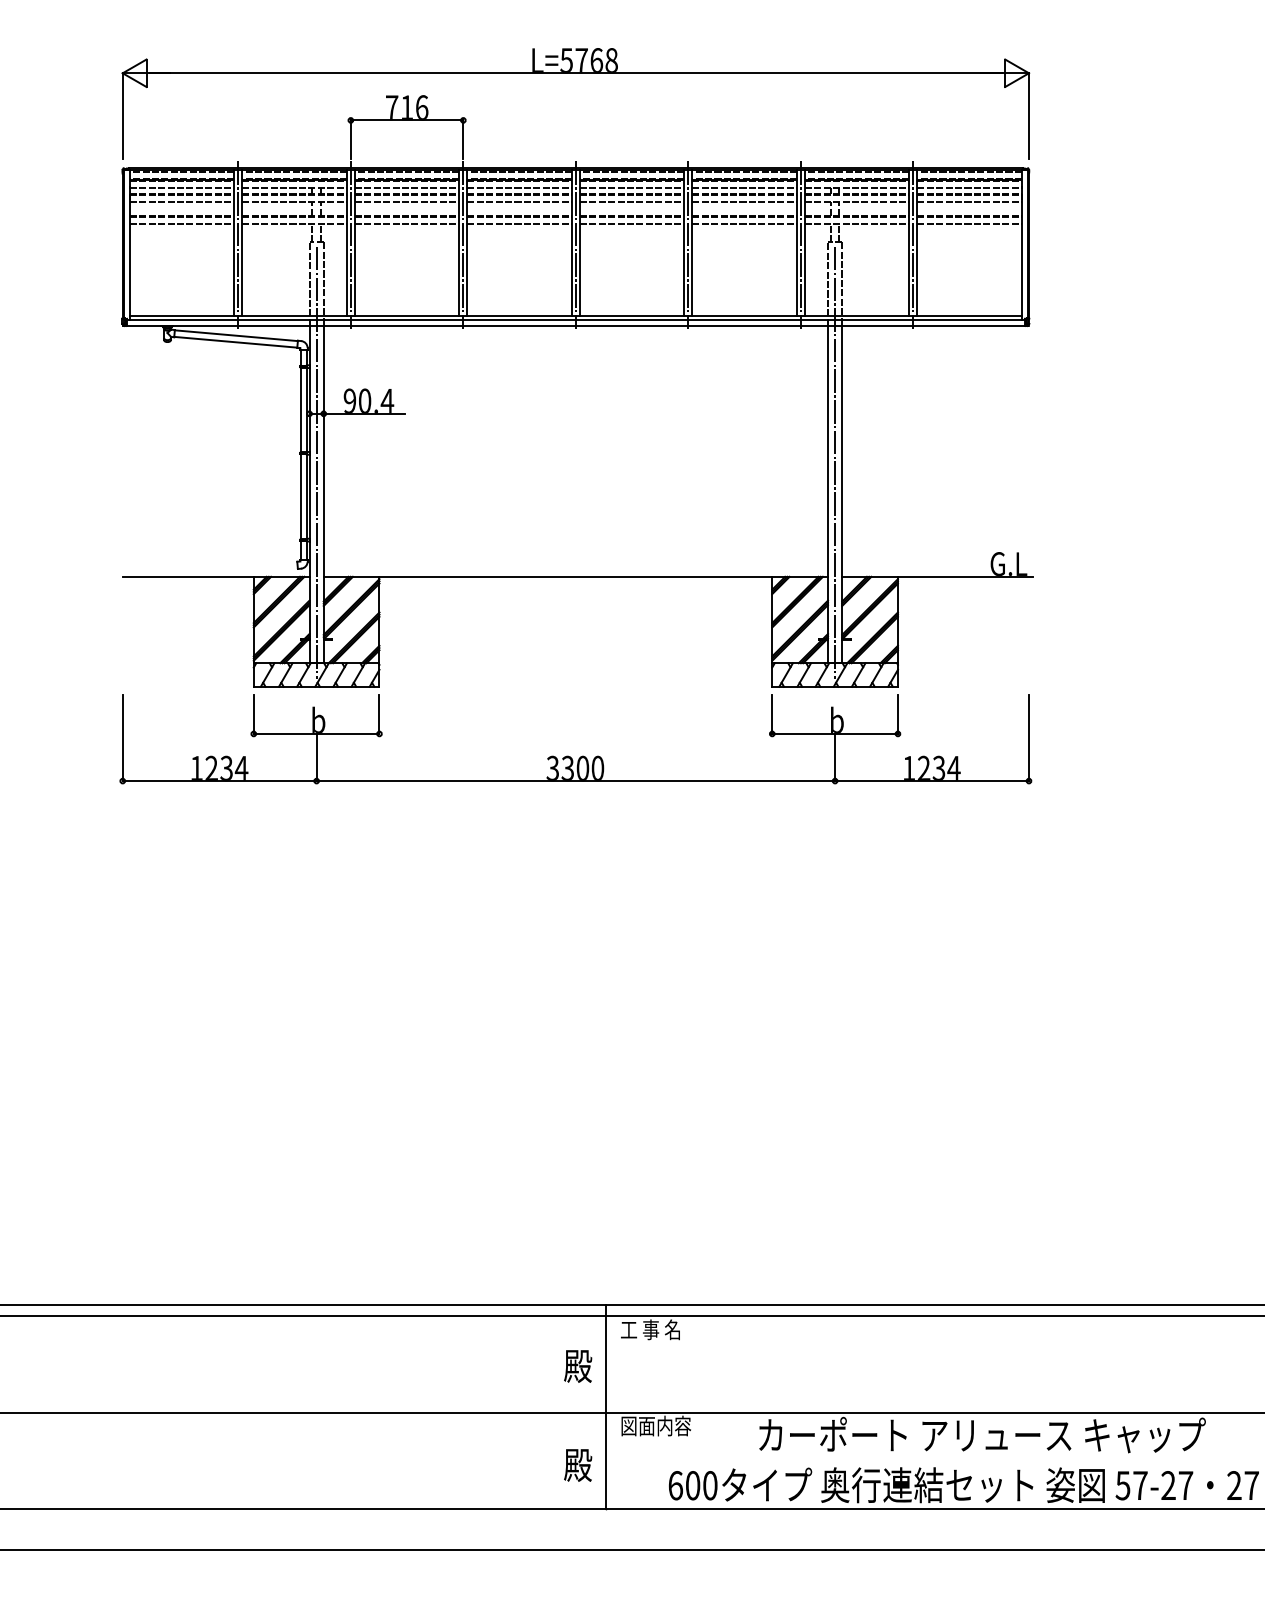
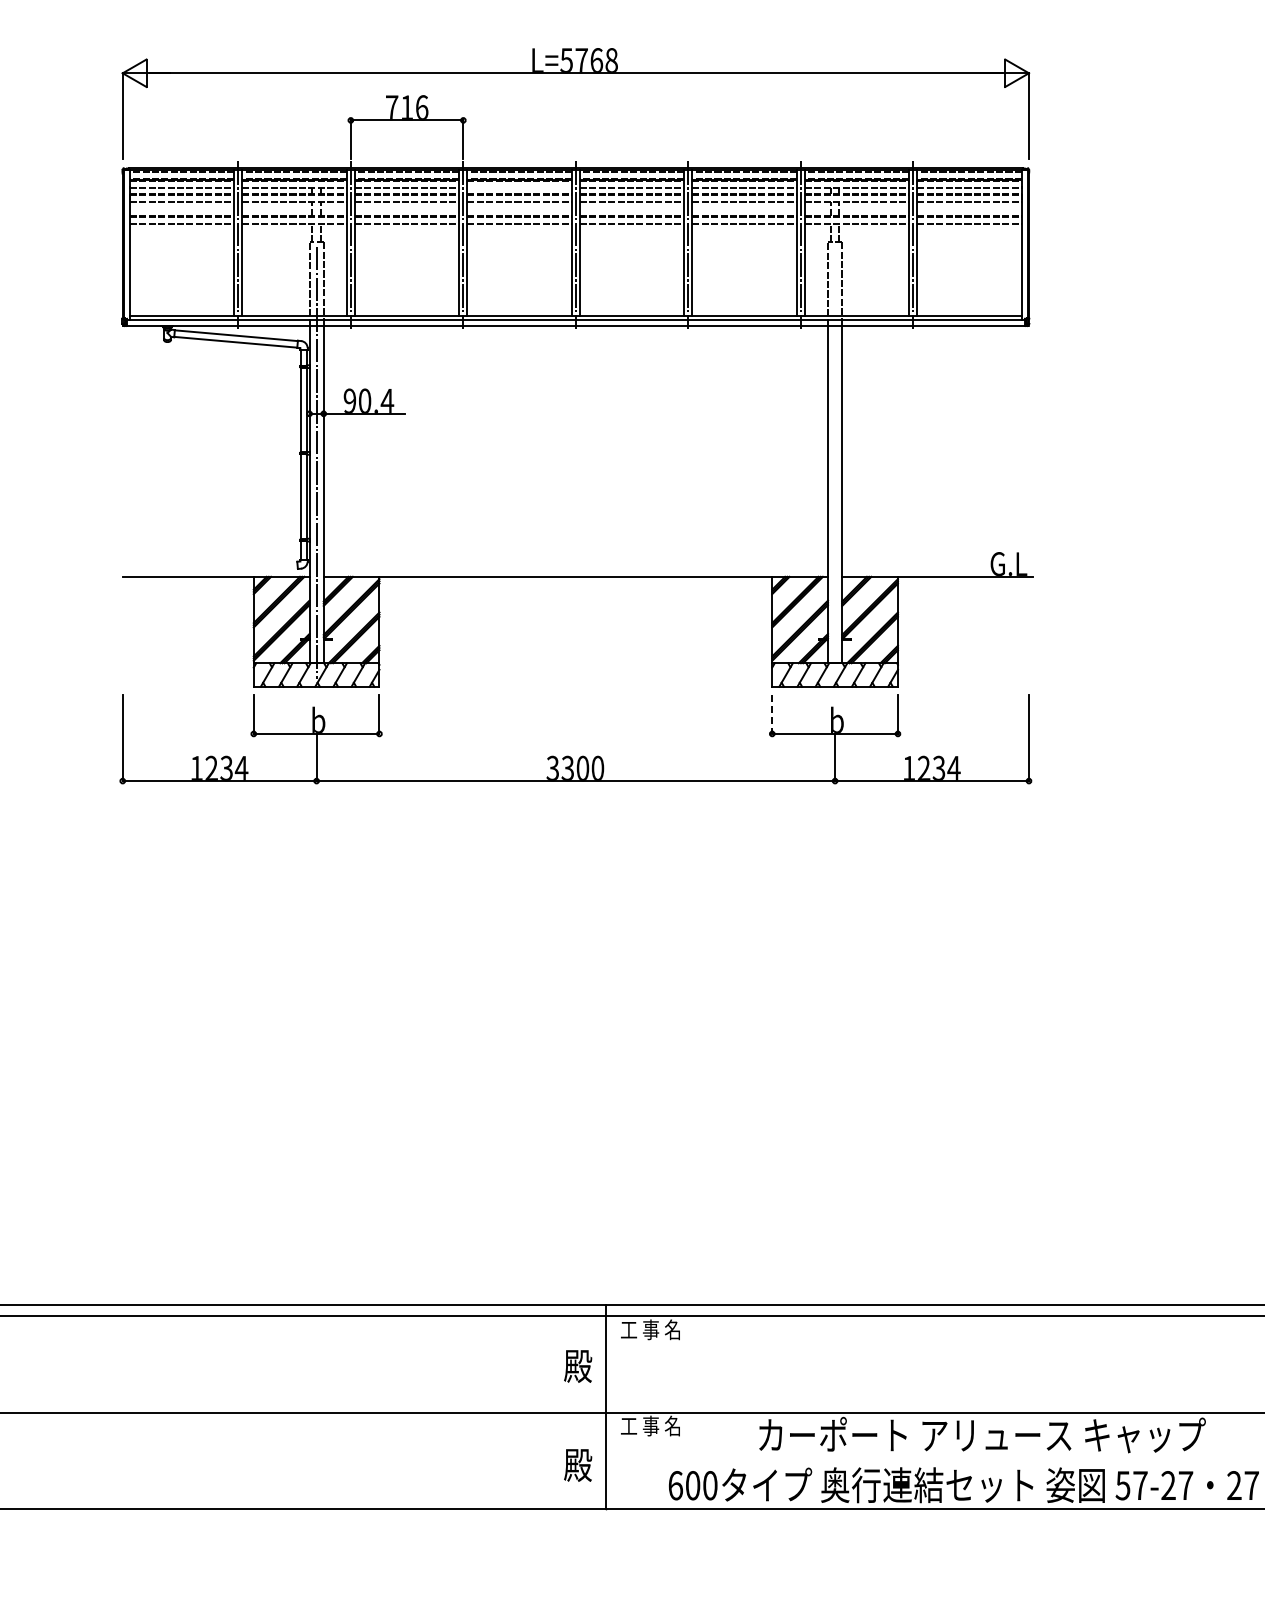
line at (519, 187): present -> none
line at (835, 462): present -> none
line at (772, 714): solid -> dashed
text at (656, 1425): 図面内容 -> 工 事 名
line at (631, 1550): present -> none
